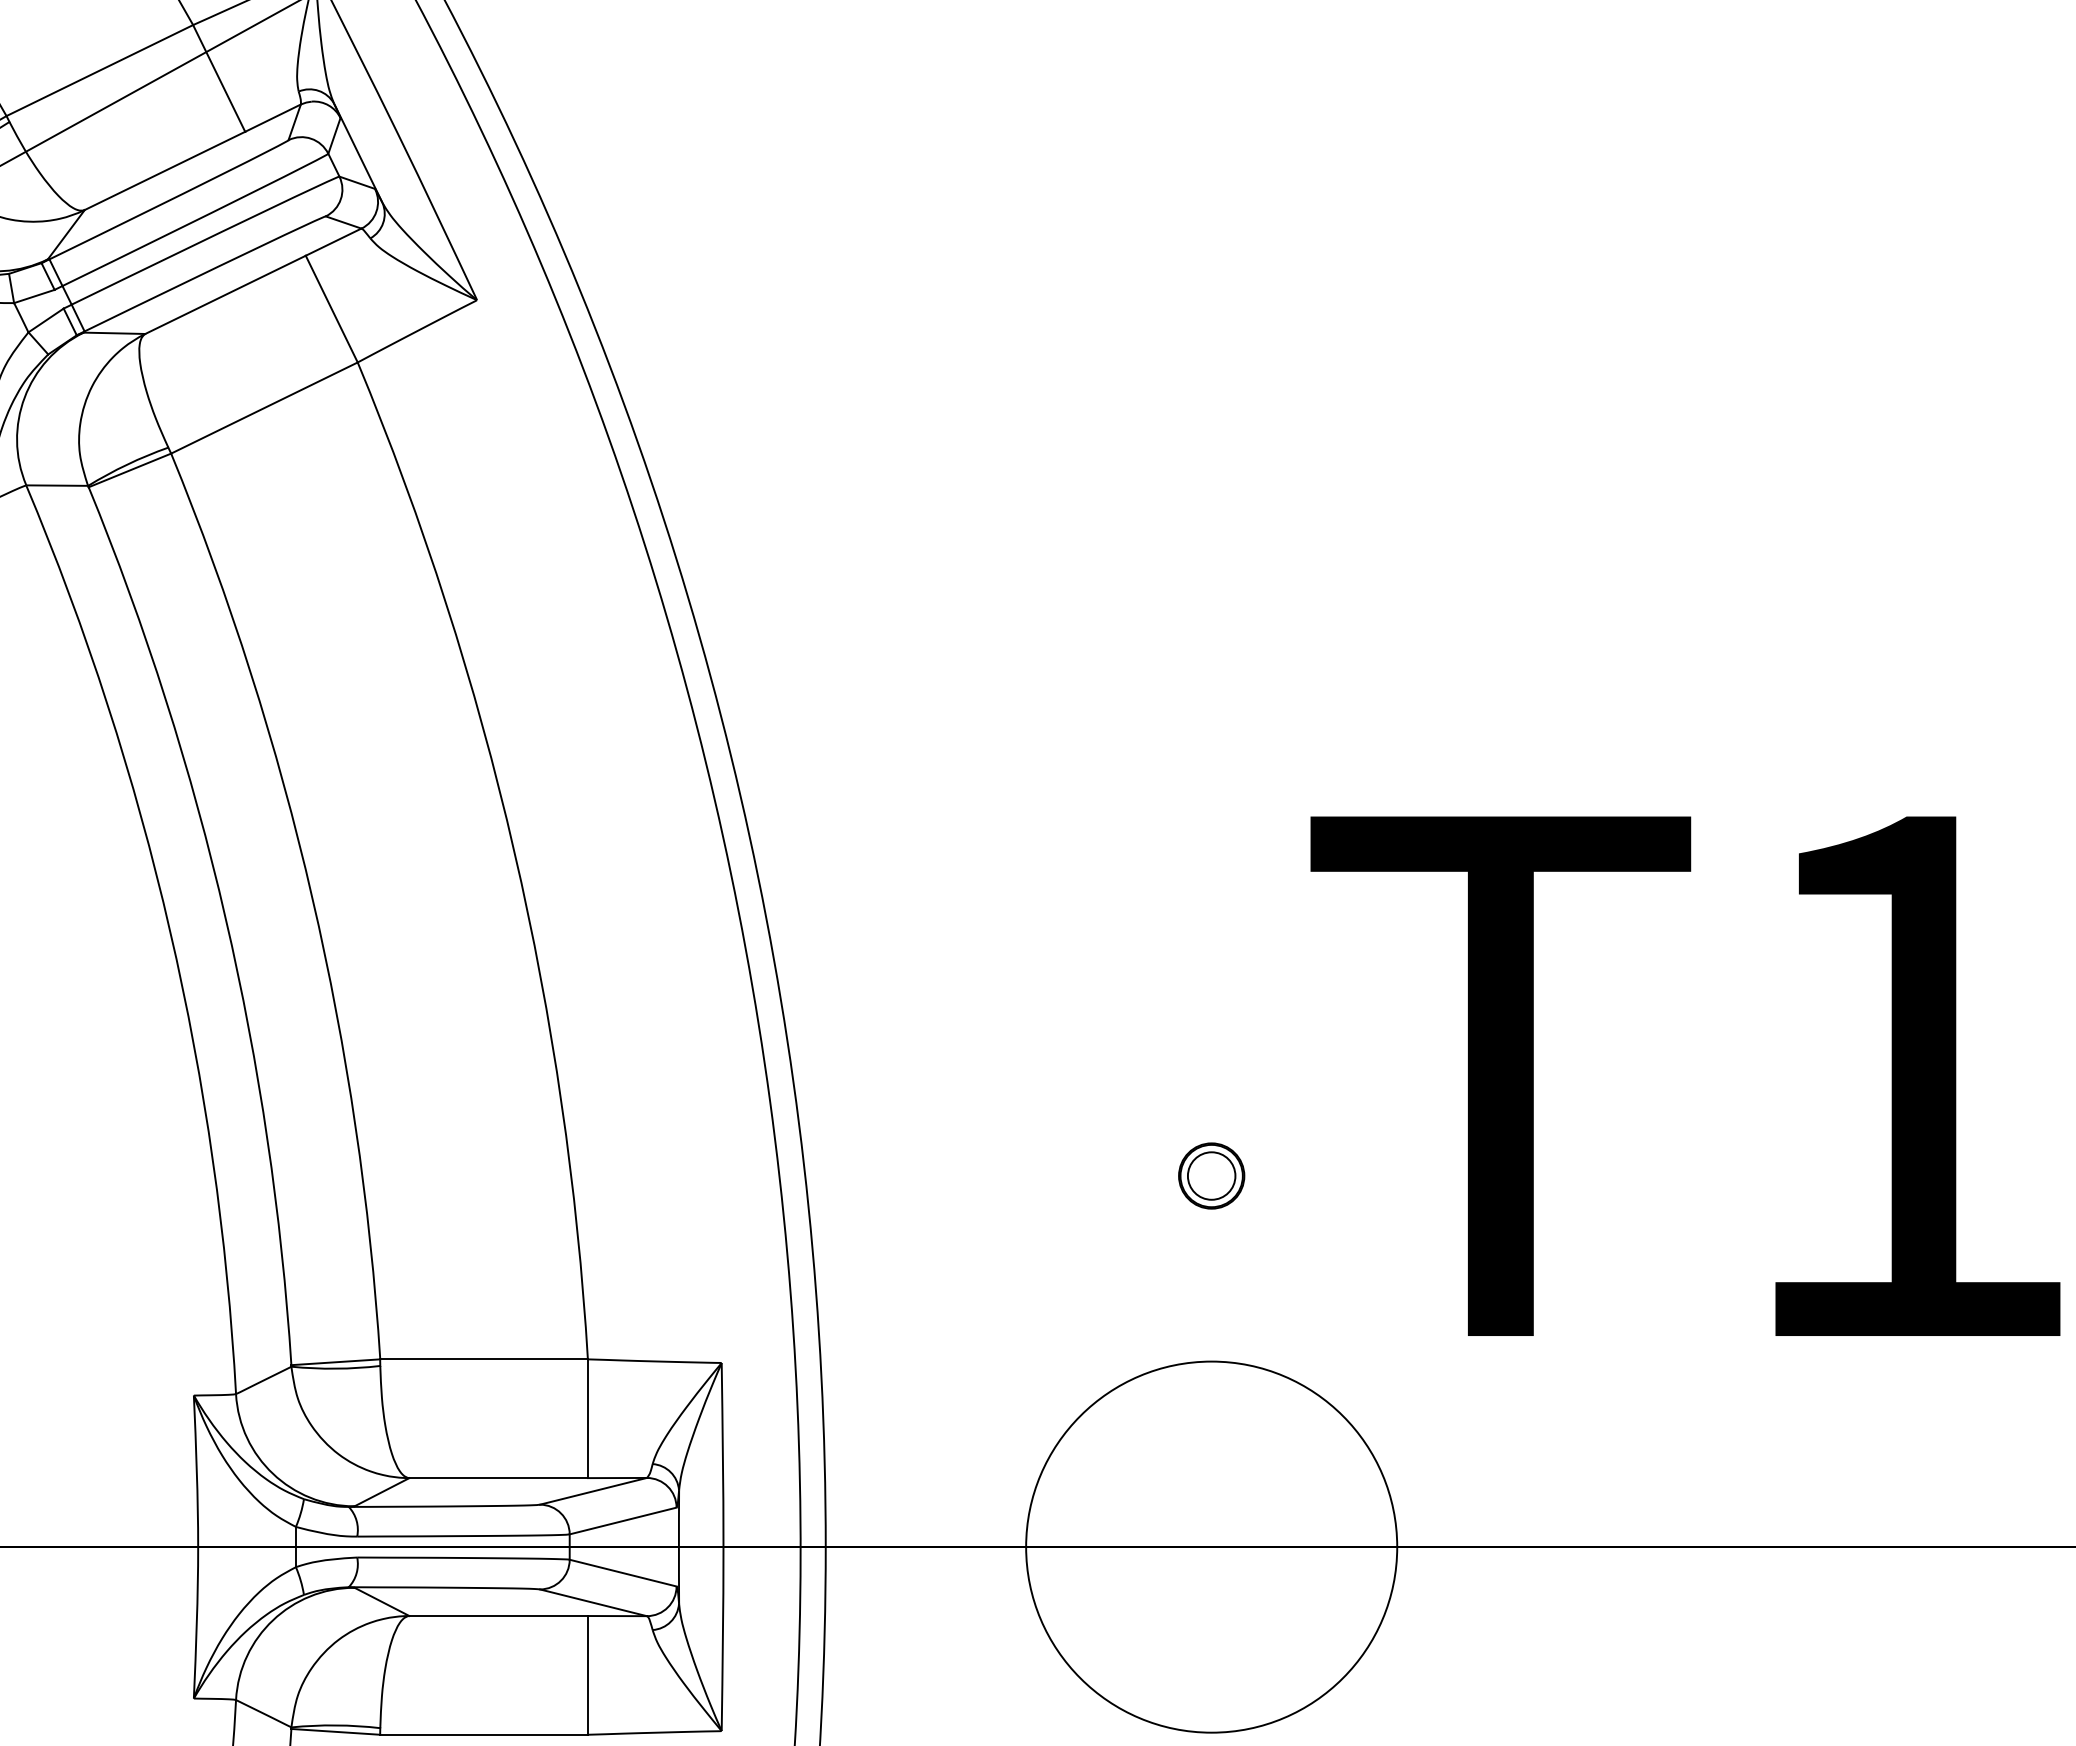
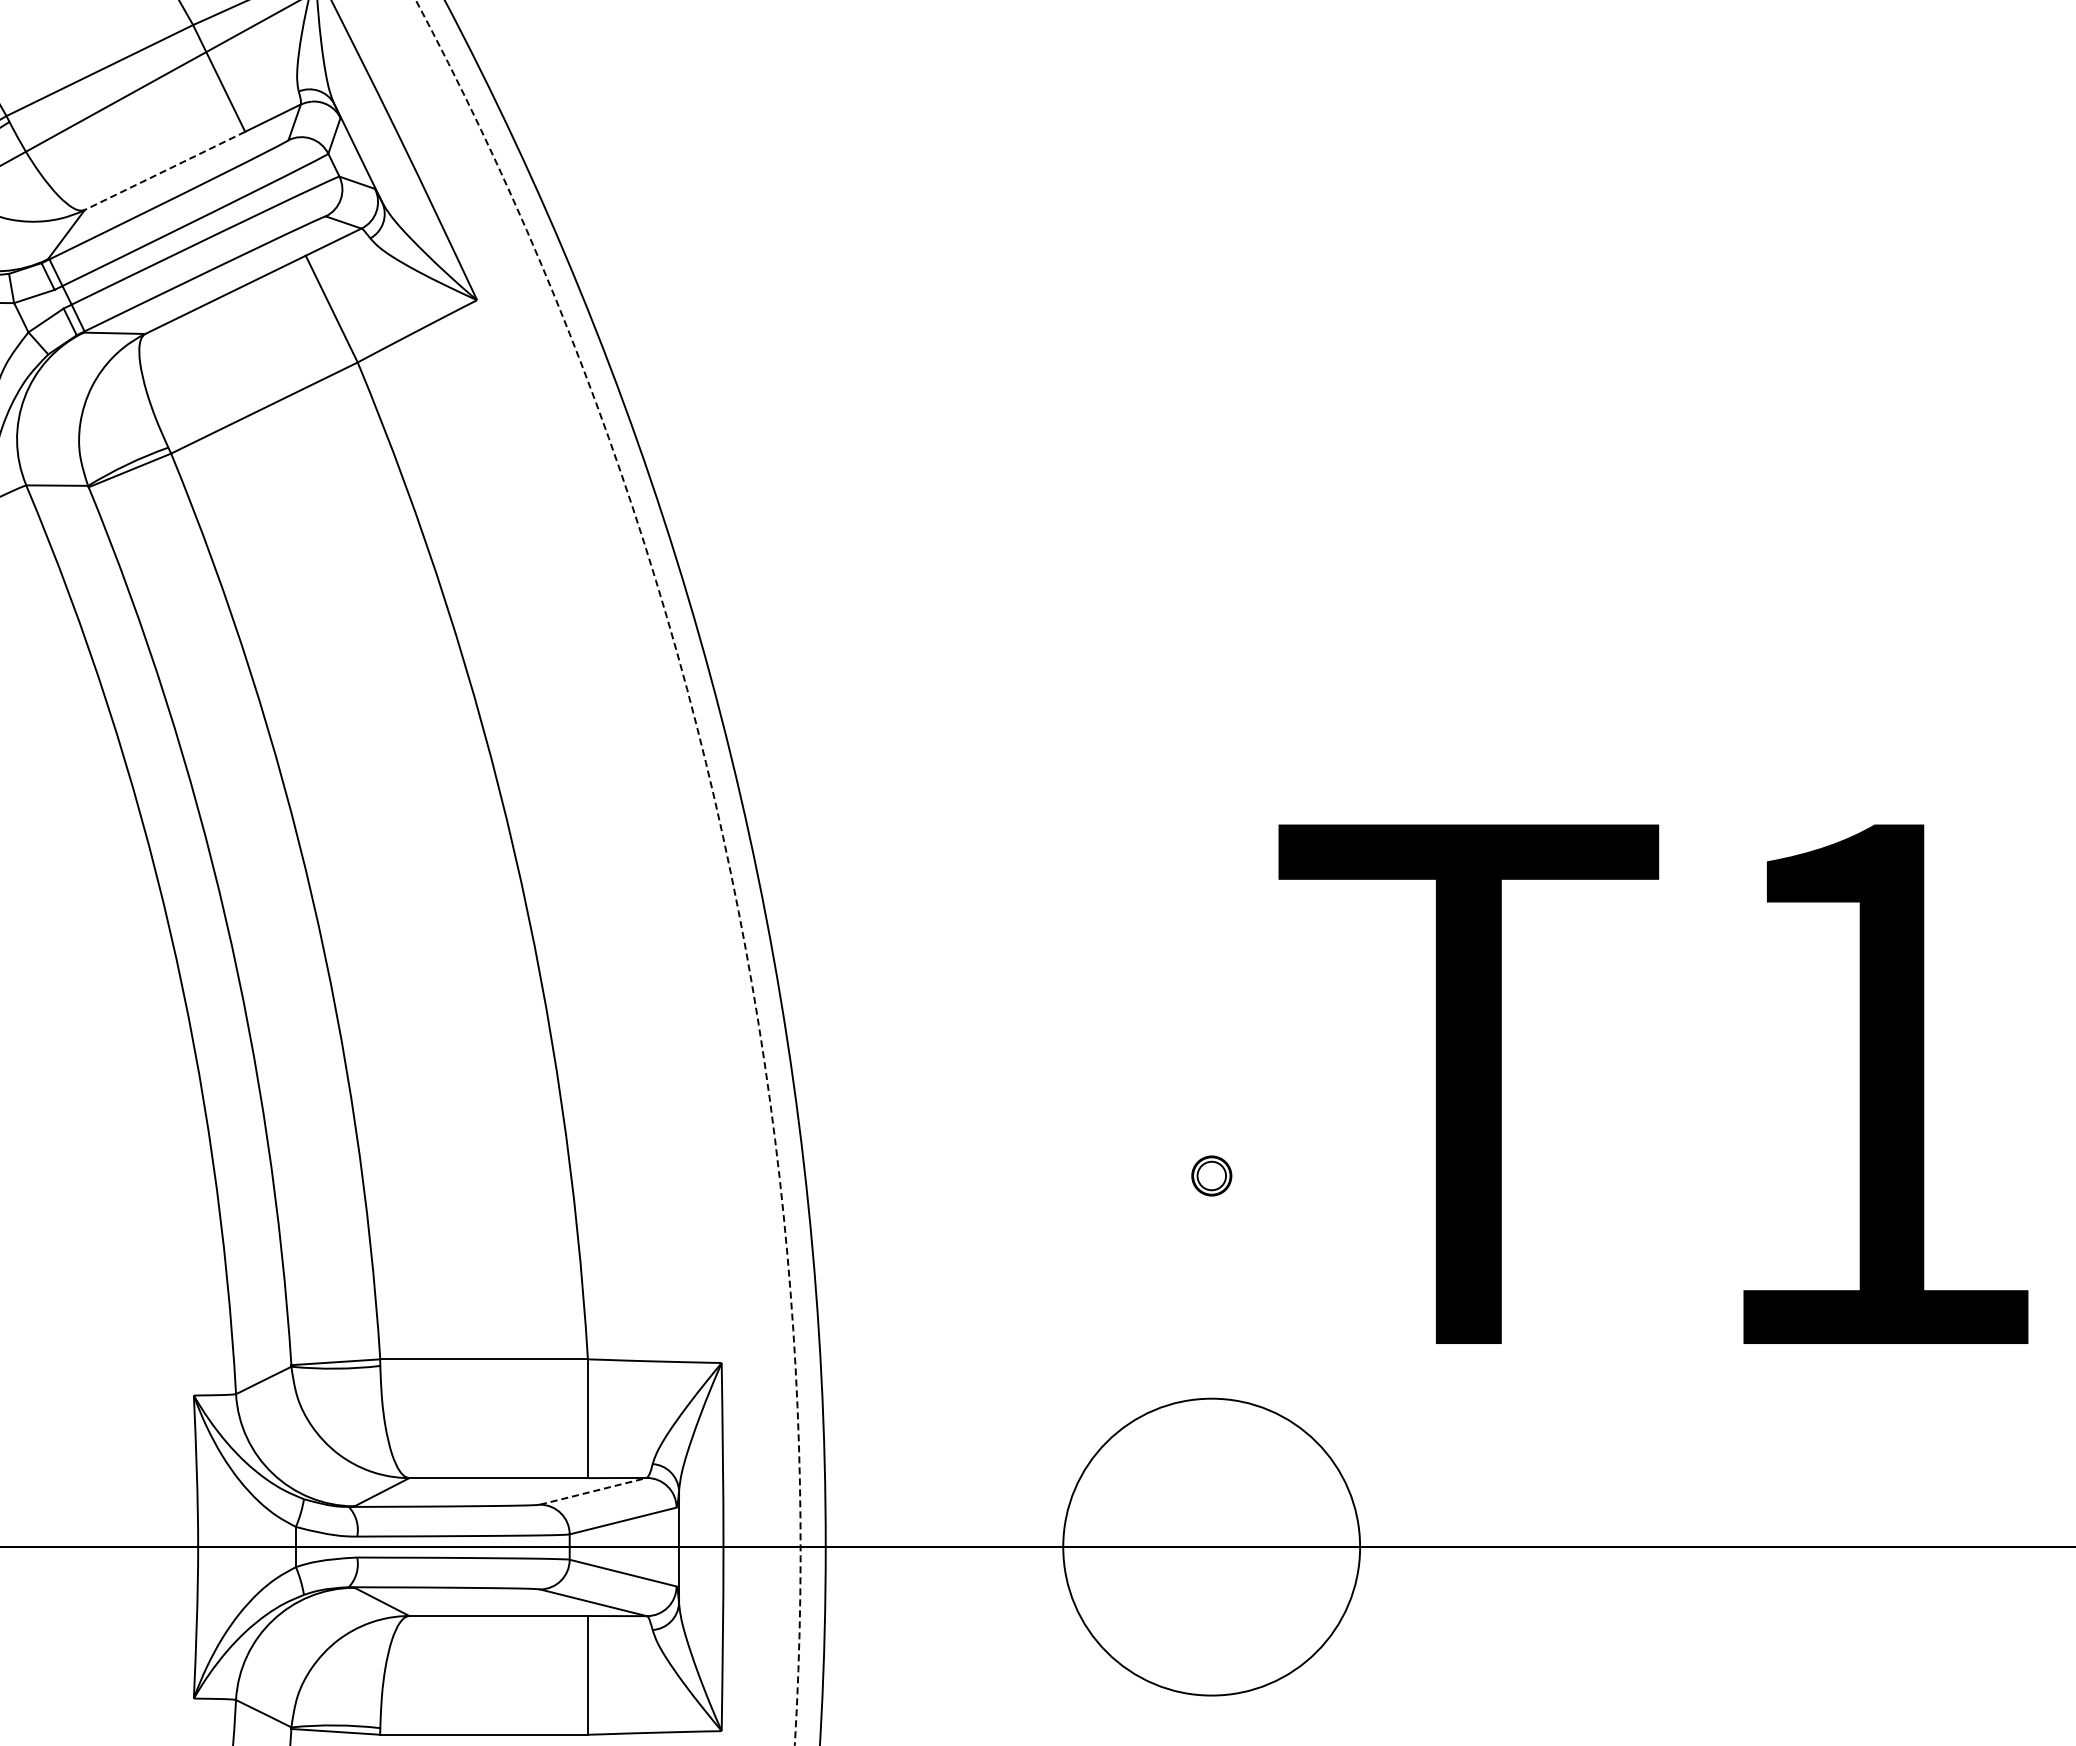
line at (164, 171): solid -> dashed
arc at (725, 846): solid -> dashed
text at (1685, 1075) position: (1685, 1075) -> (1653, 1083)
part at (1211, 1175) size: 68x68 px -> 42x42 px
line at (593, 1491): solid -> dashed
circle at (1211, 1546) diameter: 371 px -> 297 px
